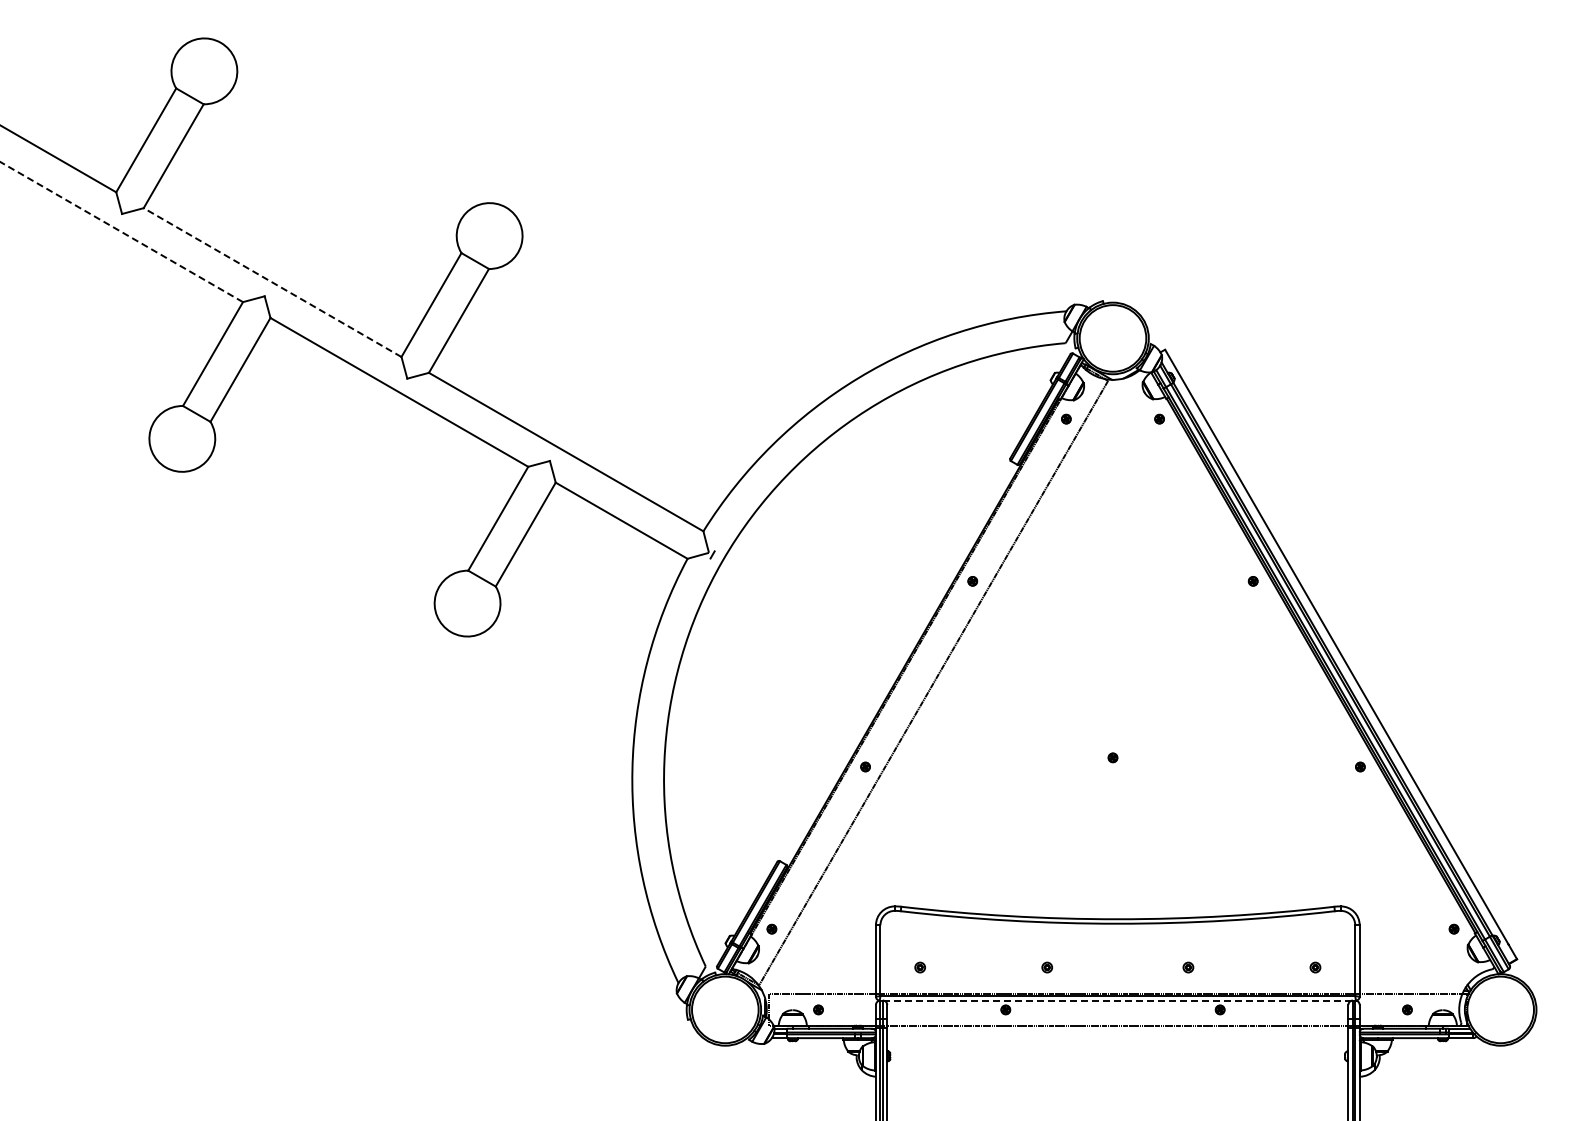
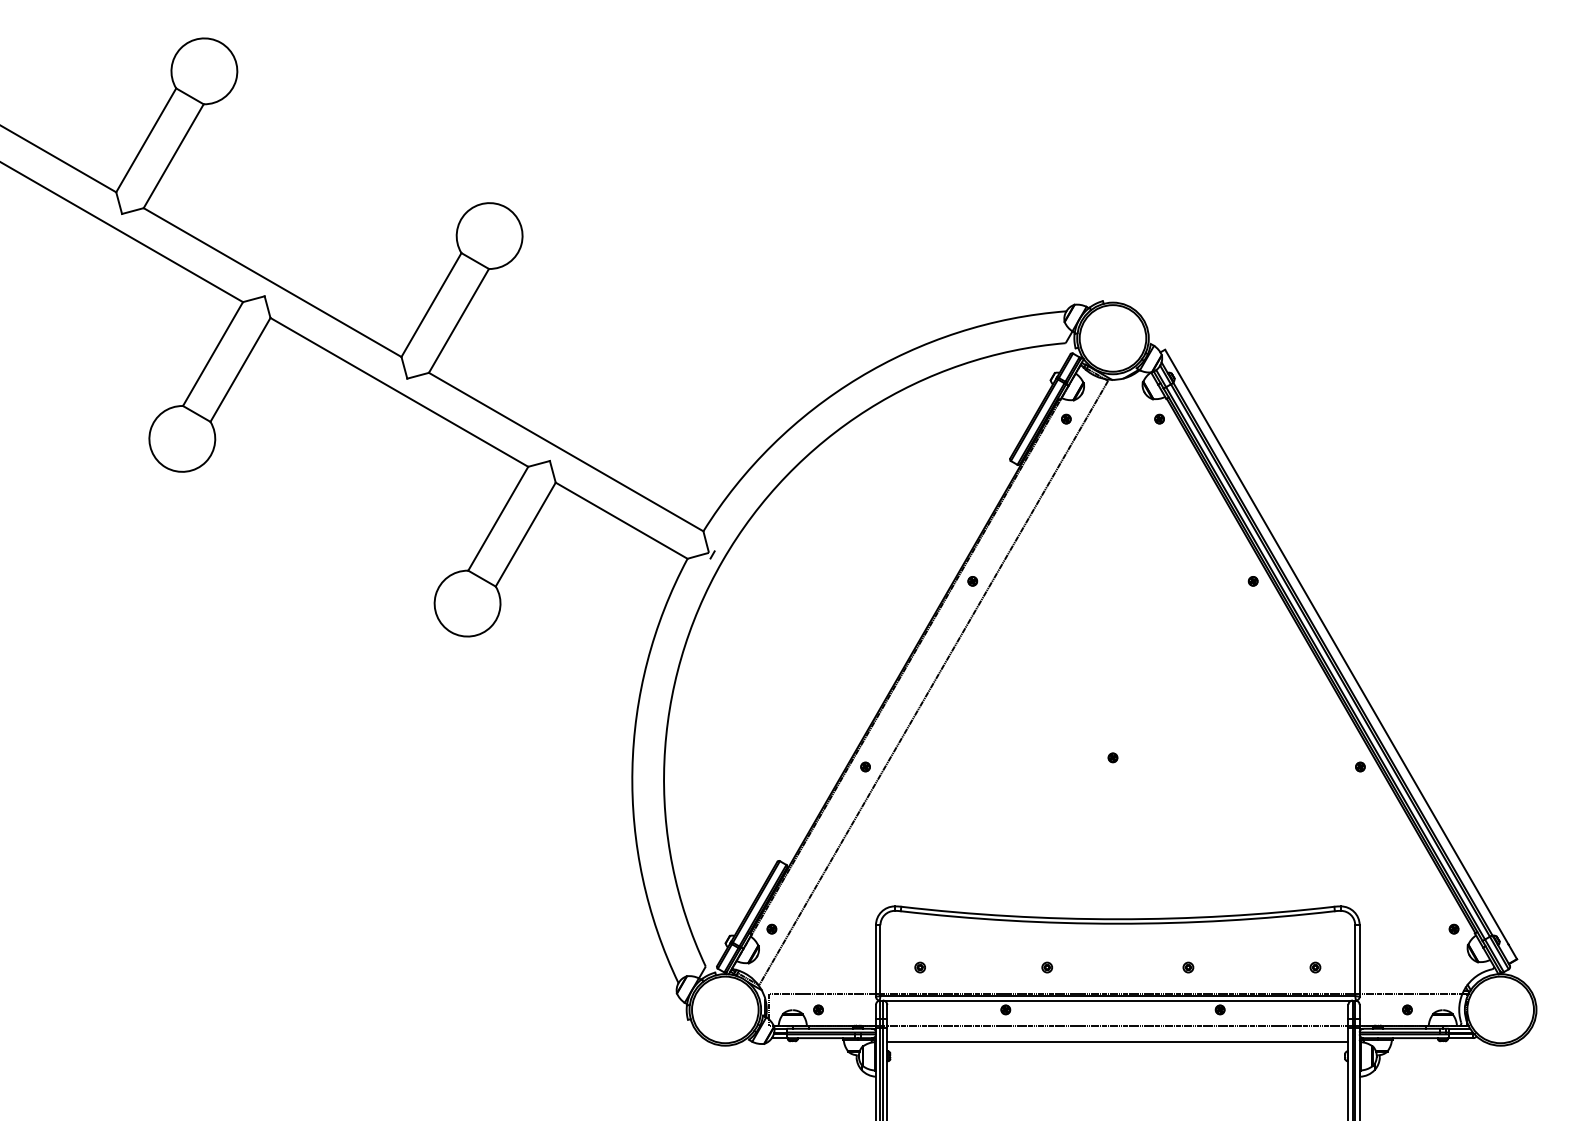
line at (121, 232): dashed -> solid
line at (272, 282): dashed -> solid
line at (1118, 1000): dashed -> solid
line at (1117, 1042): none -> present
